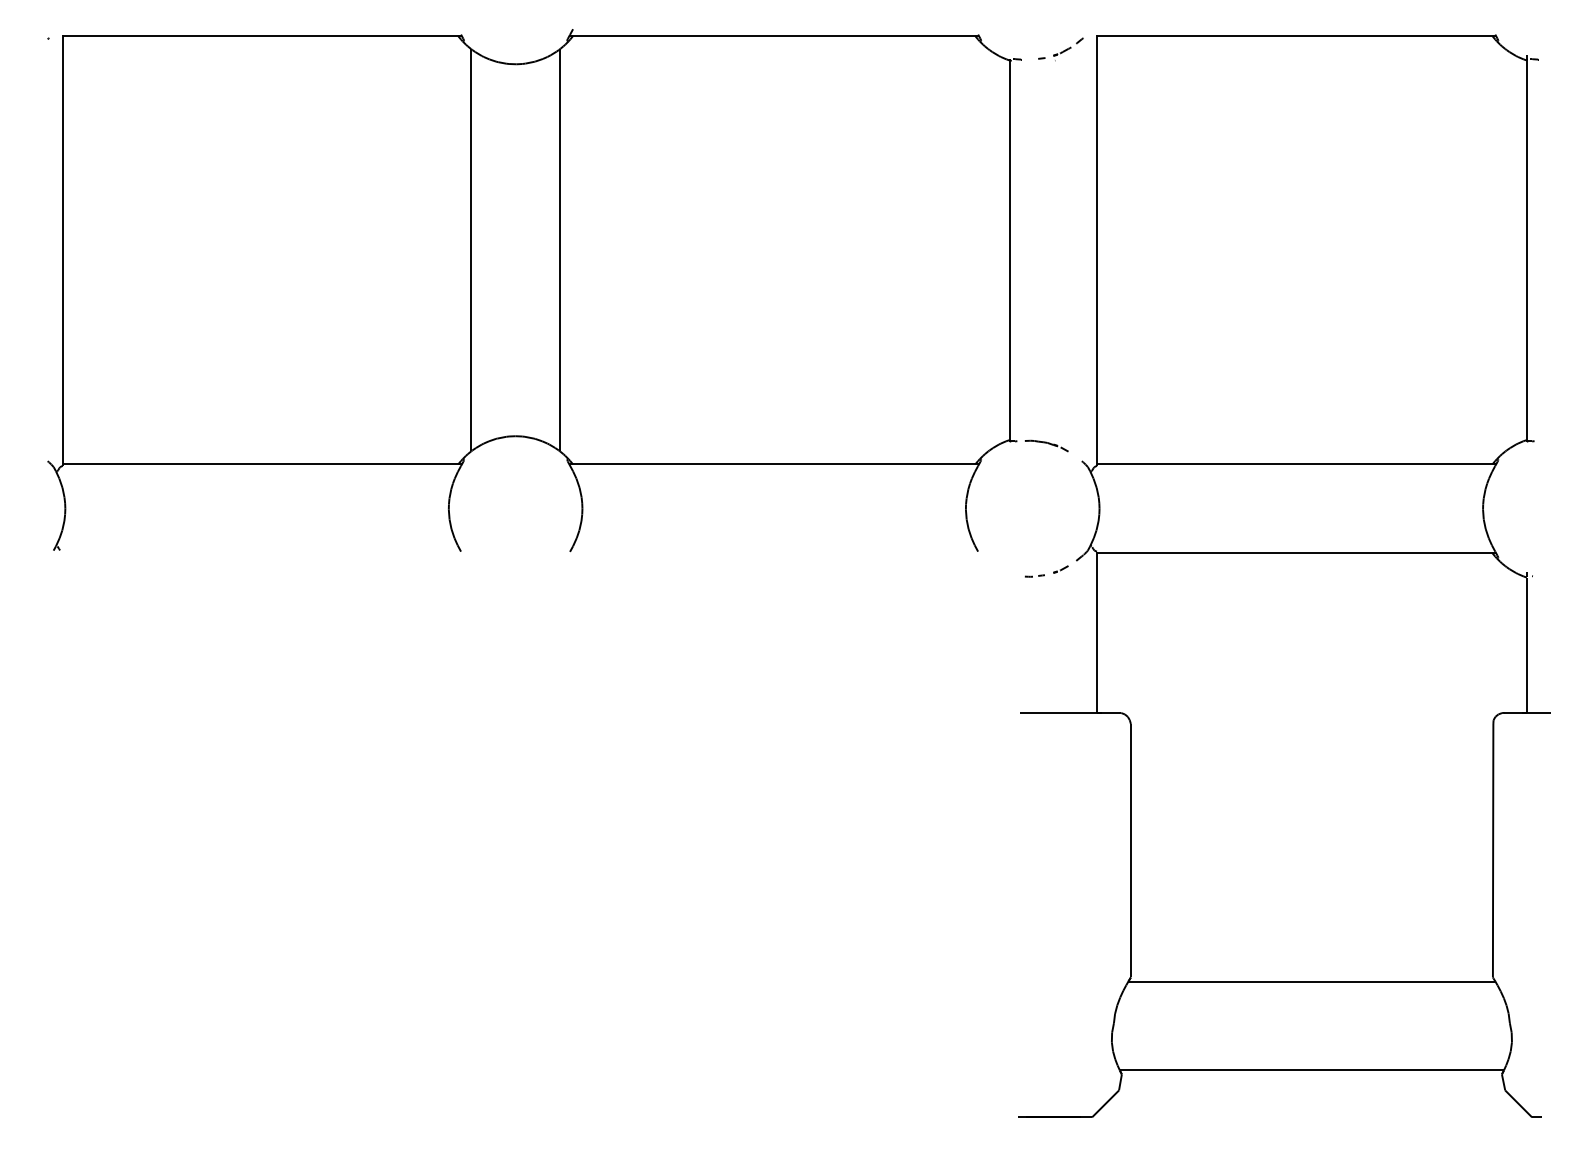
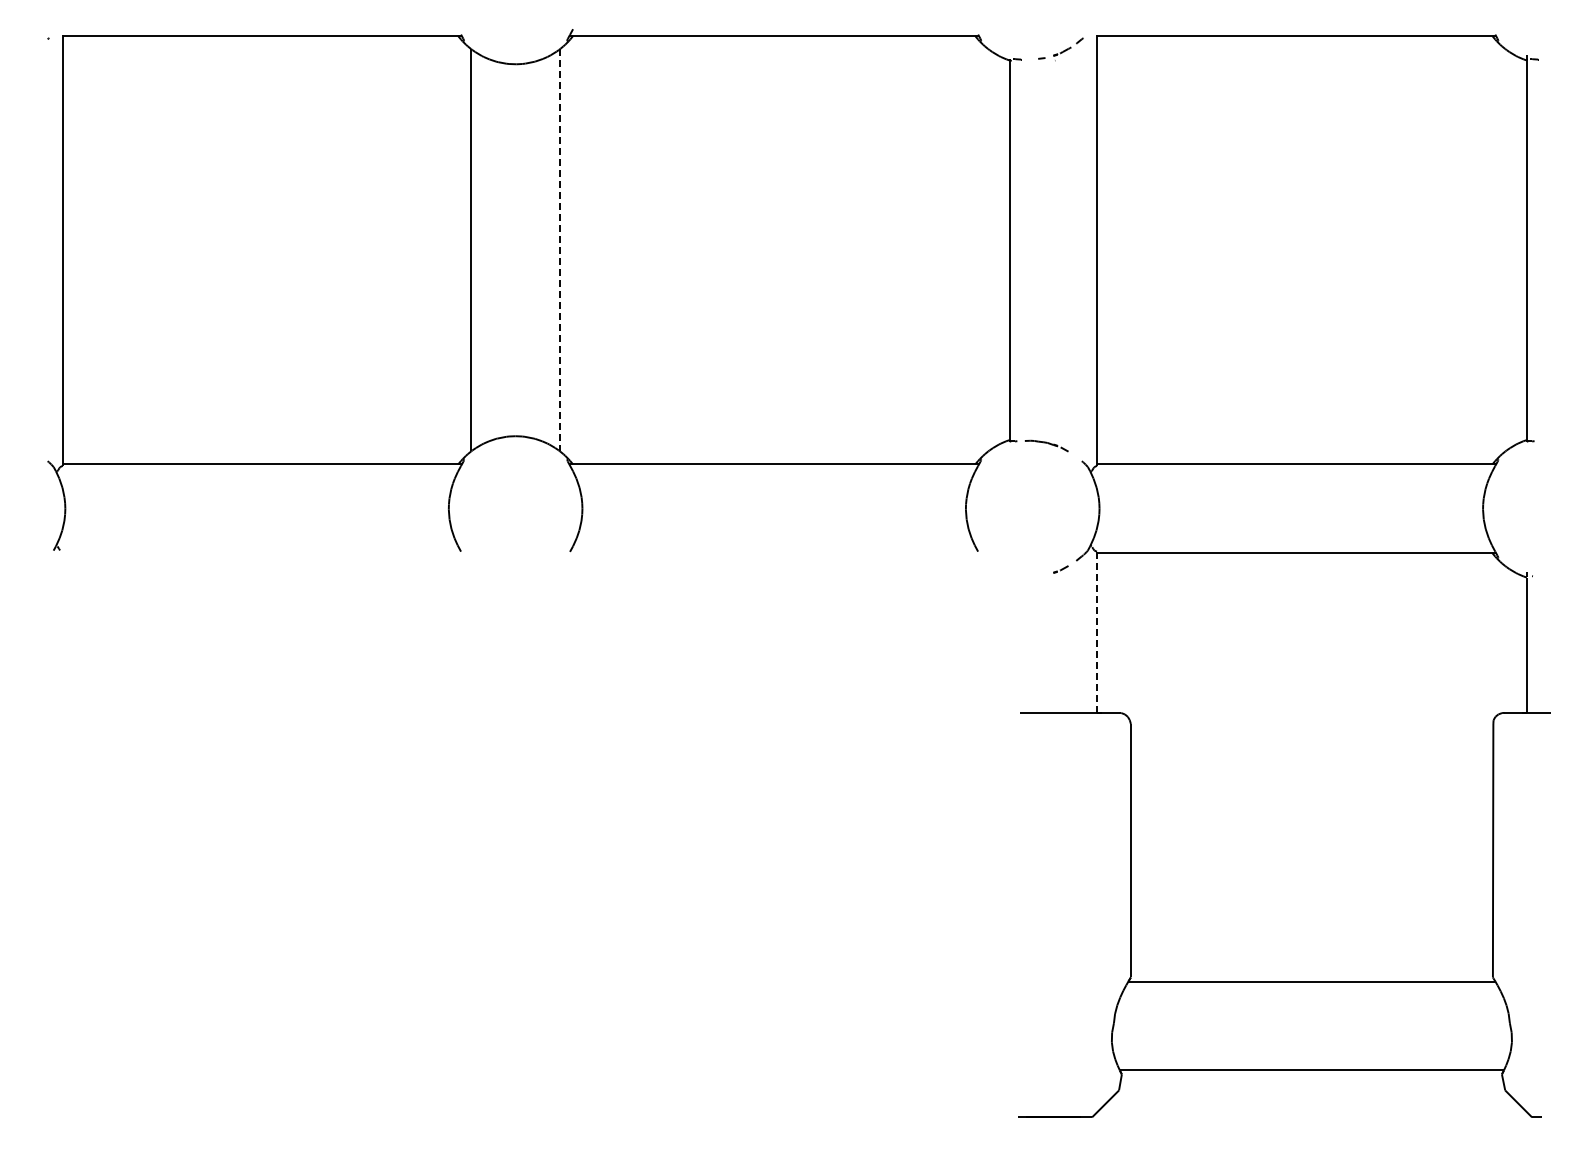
line at (559, 250): solid -> dashed
line at (1032, 575): present -> none
line at (1097, 632): solid -> dashed
